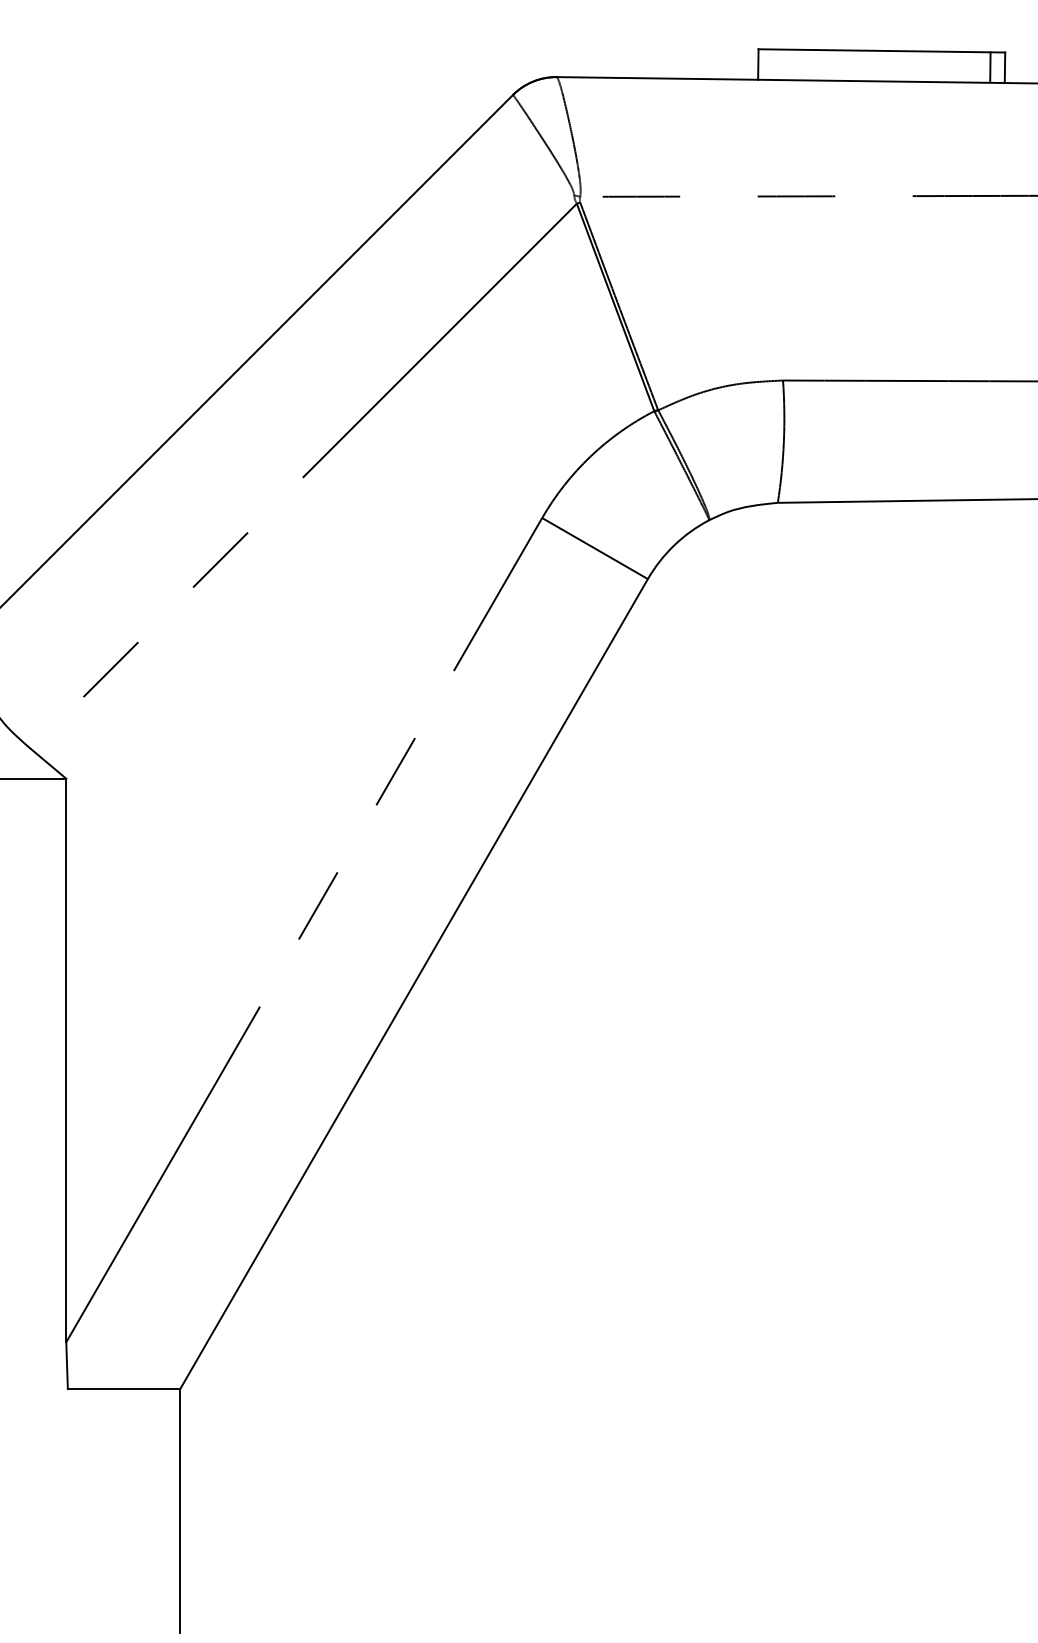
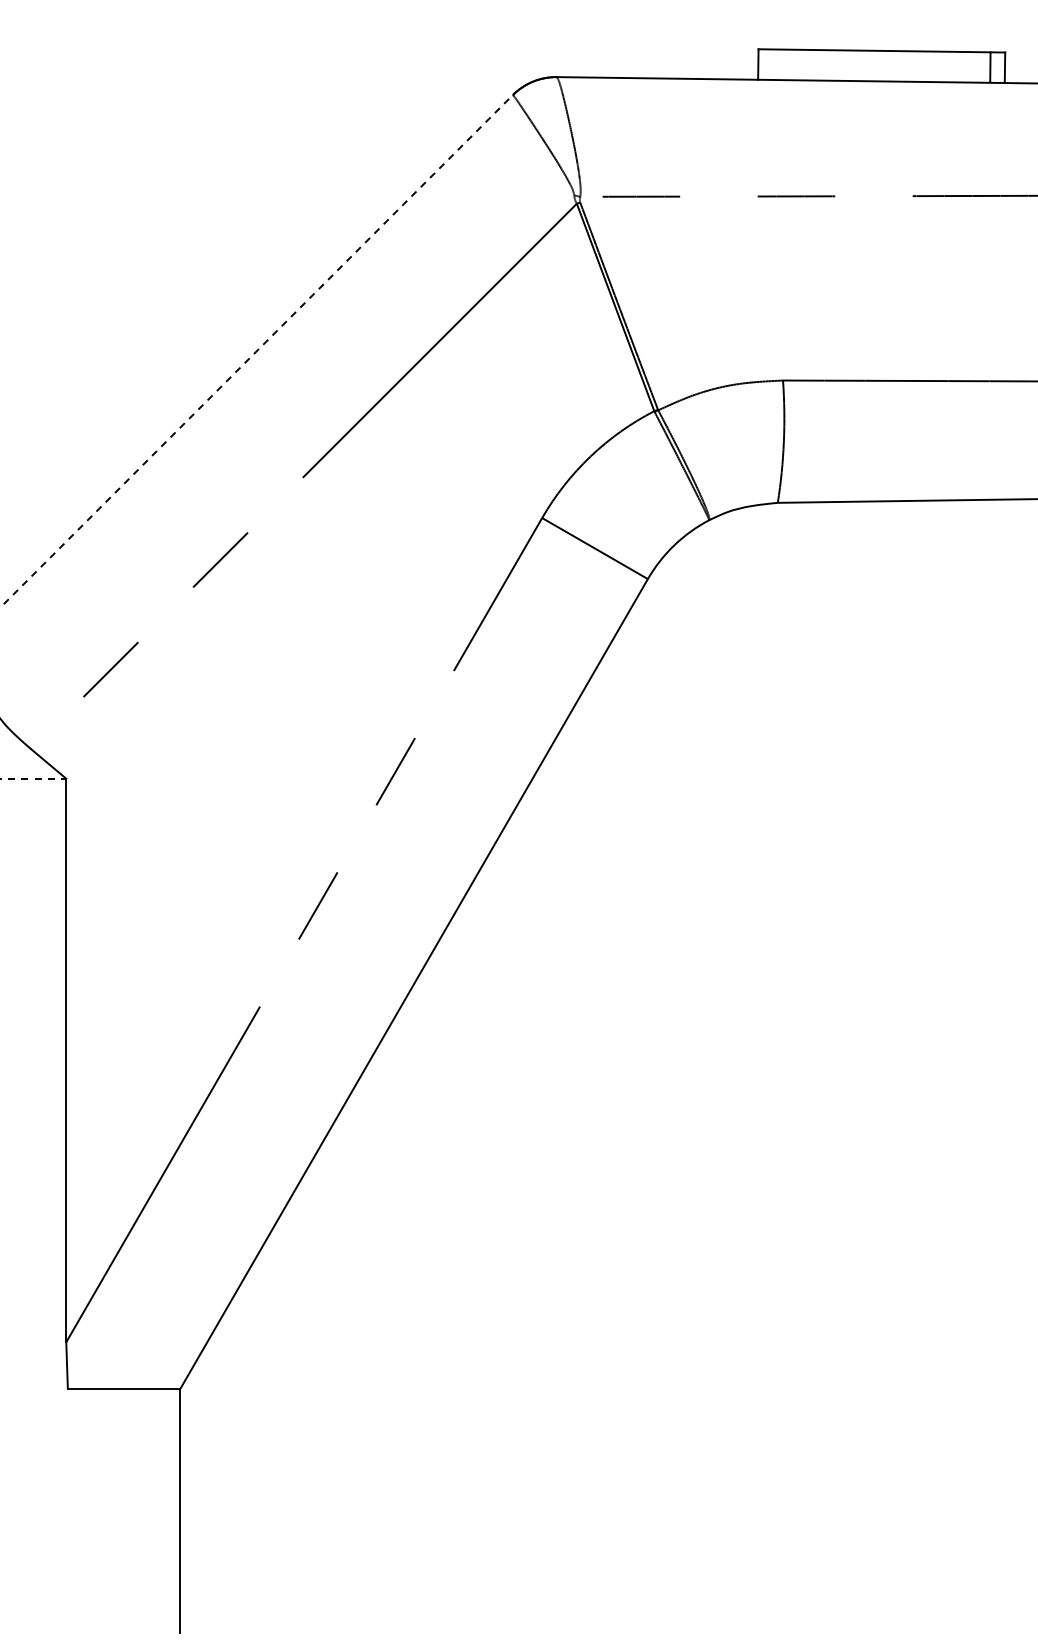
line at (256, 351): solid -> dashed
line at (33, 778): solid -> dashed
